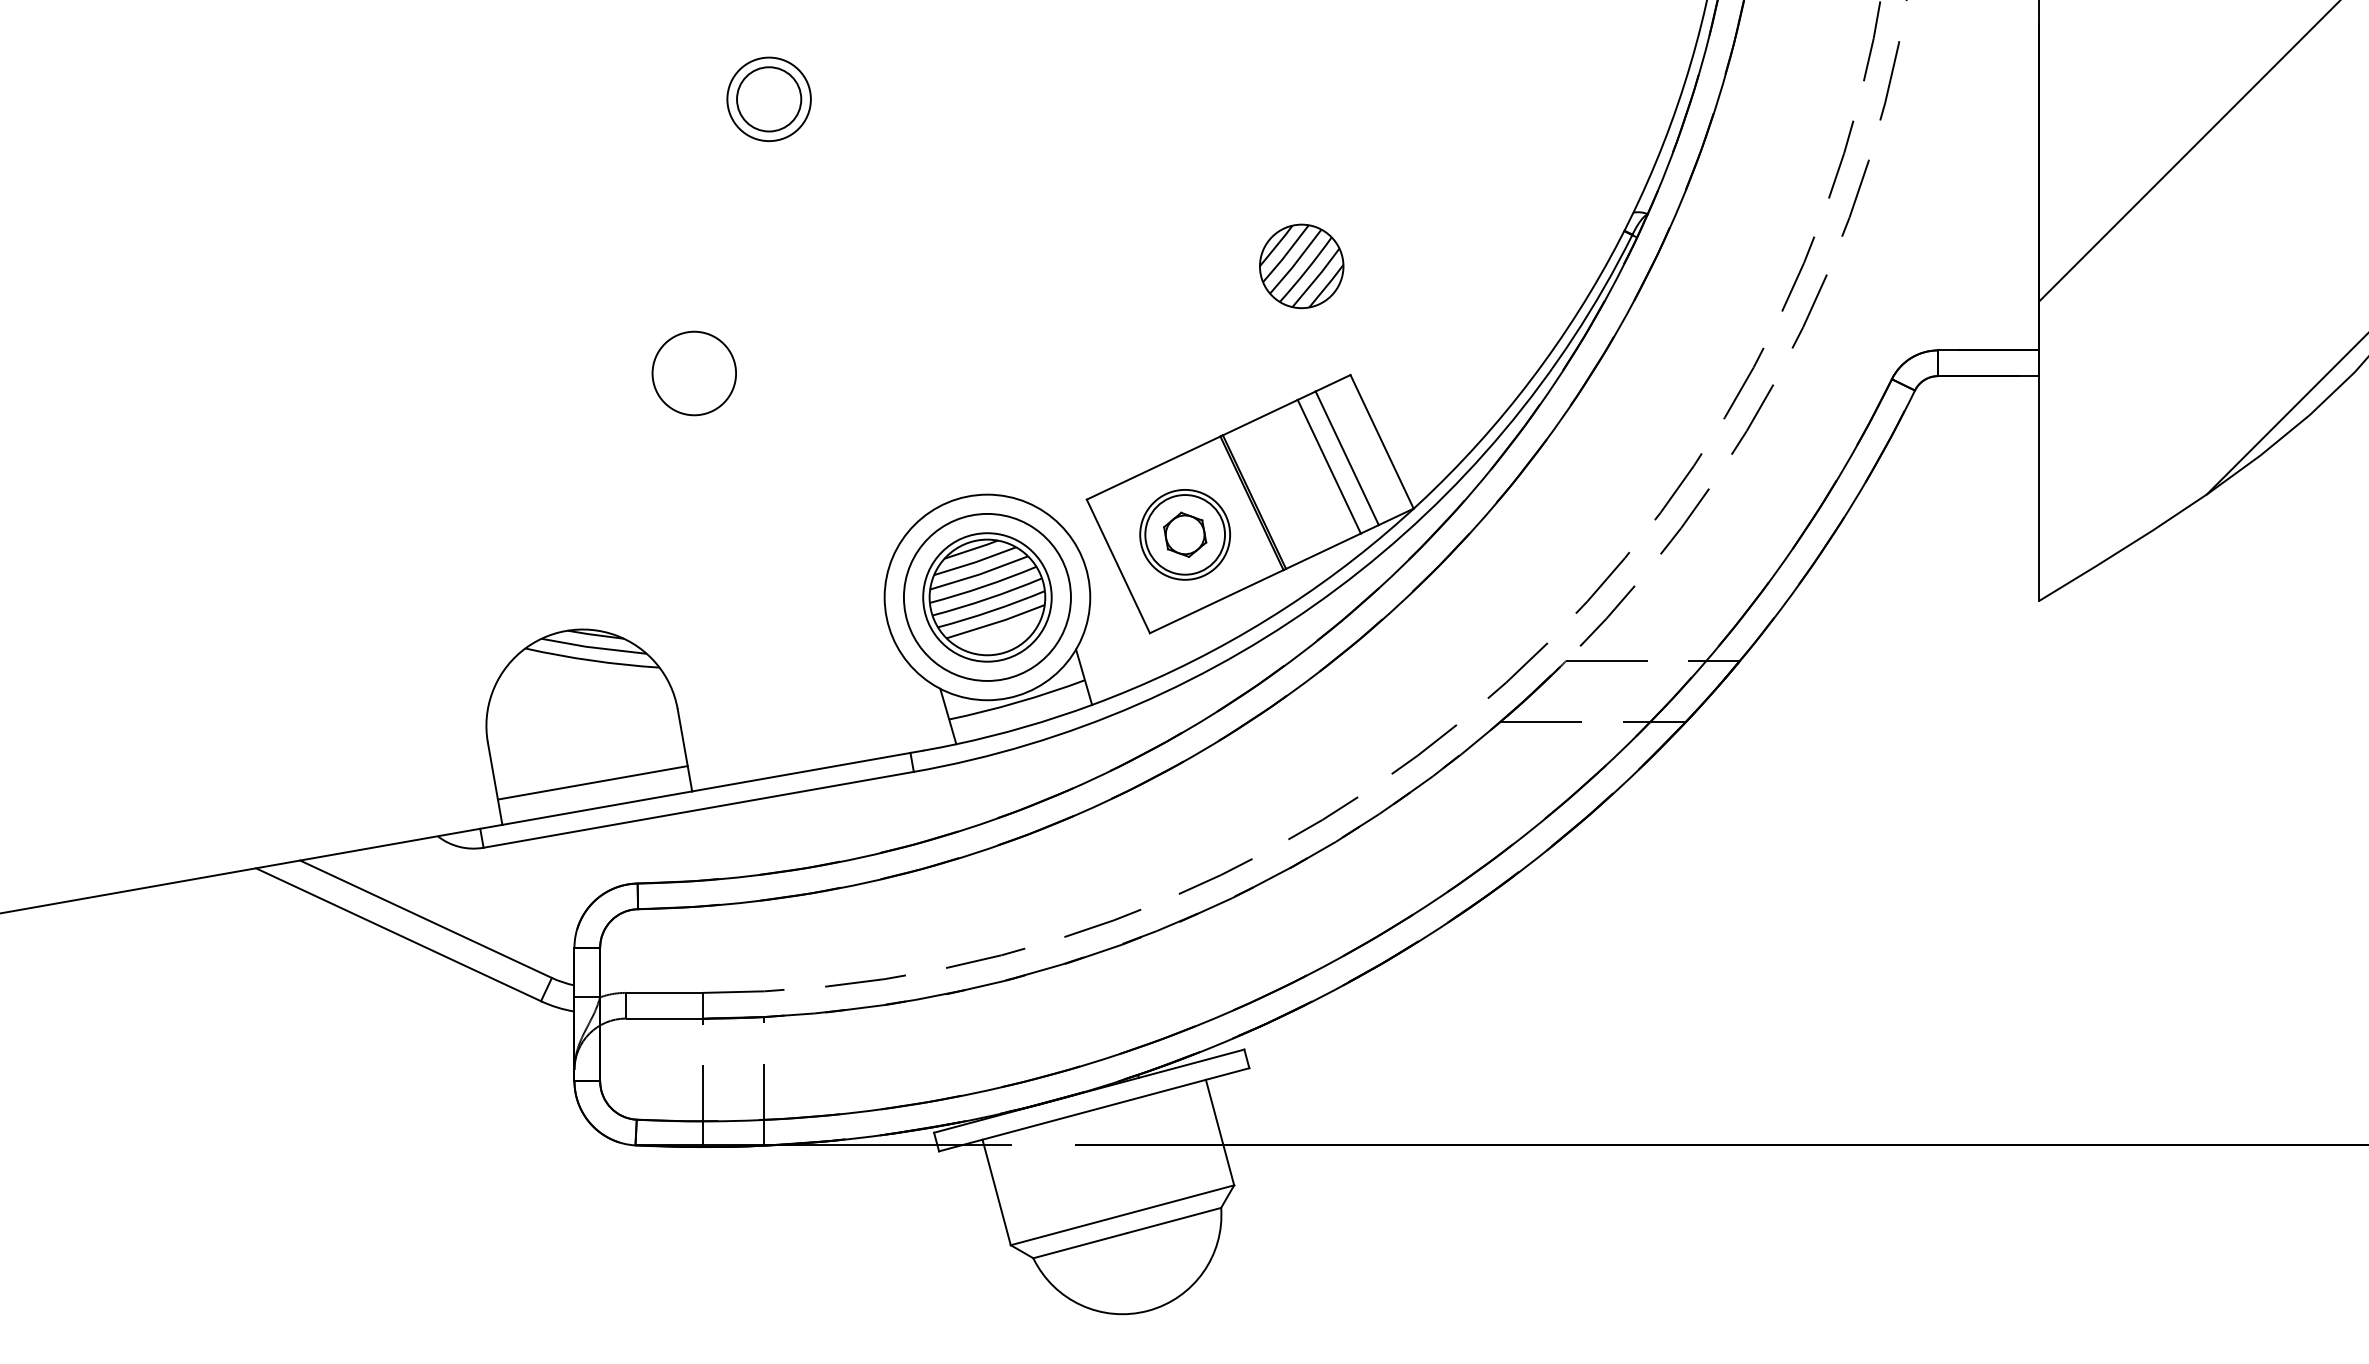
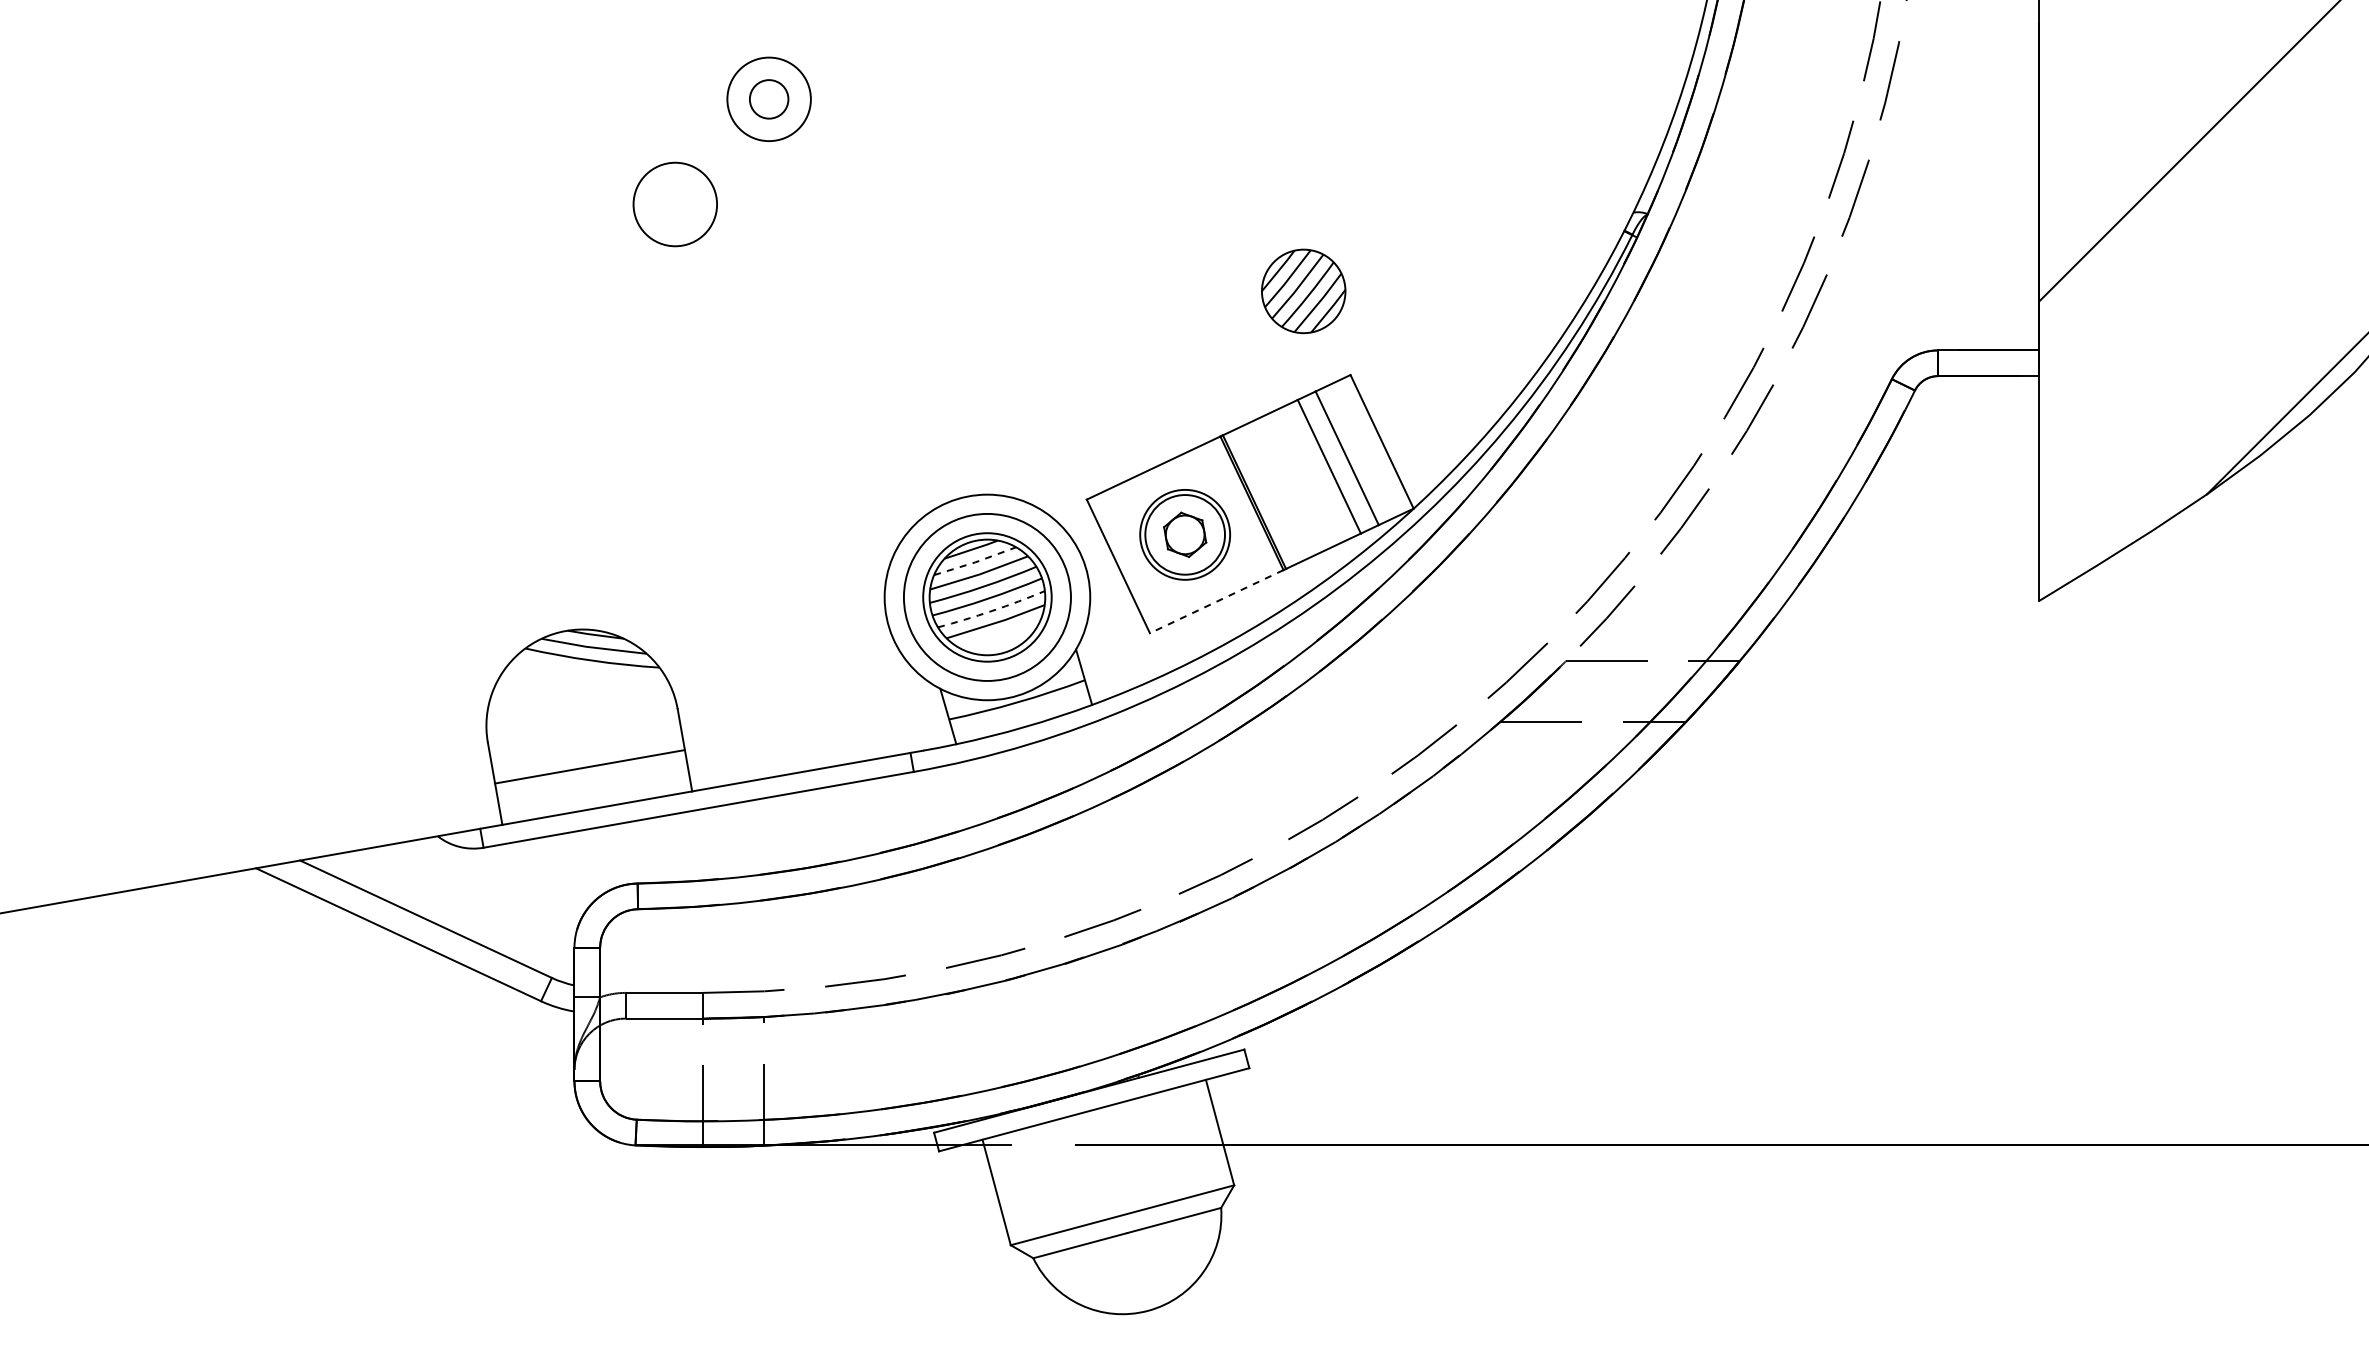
circle at (769, 99) diameter: 64 px -> 39 px
part at (1301, 266) position: (1301, 266) -> (1303, 291)
circle at (693, 373) position: (693, 373) -> (674, 204)
line at (975, 562): solid -> dashed
line at (1216, 601): solid -> dashed
arc at (992, 610): solid -> dashed
line at (592, 782) position: (592, 782) -> (589, 766)
